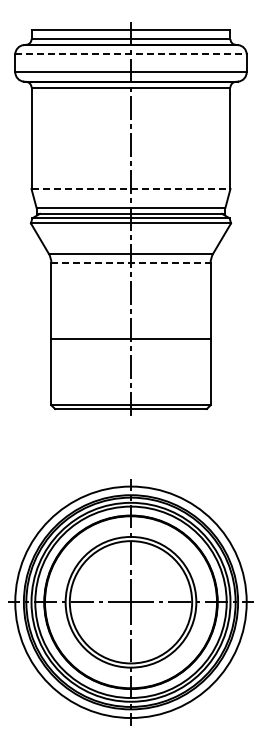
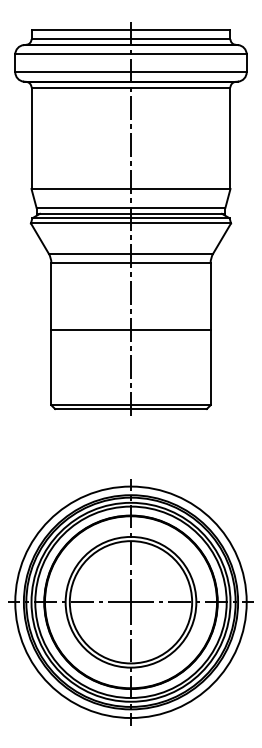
line at (131, 54): dashed -> solid
line at (131, 189): dashed -> solid
line at (131, 263): dashed -> solid
line at (130, 338) position: (130, 338) -> (130, 329)
